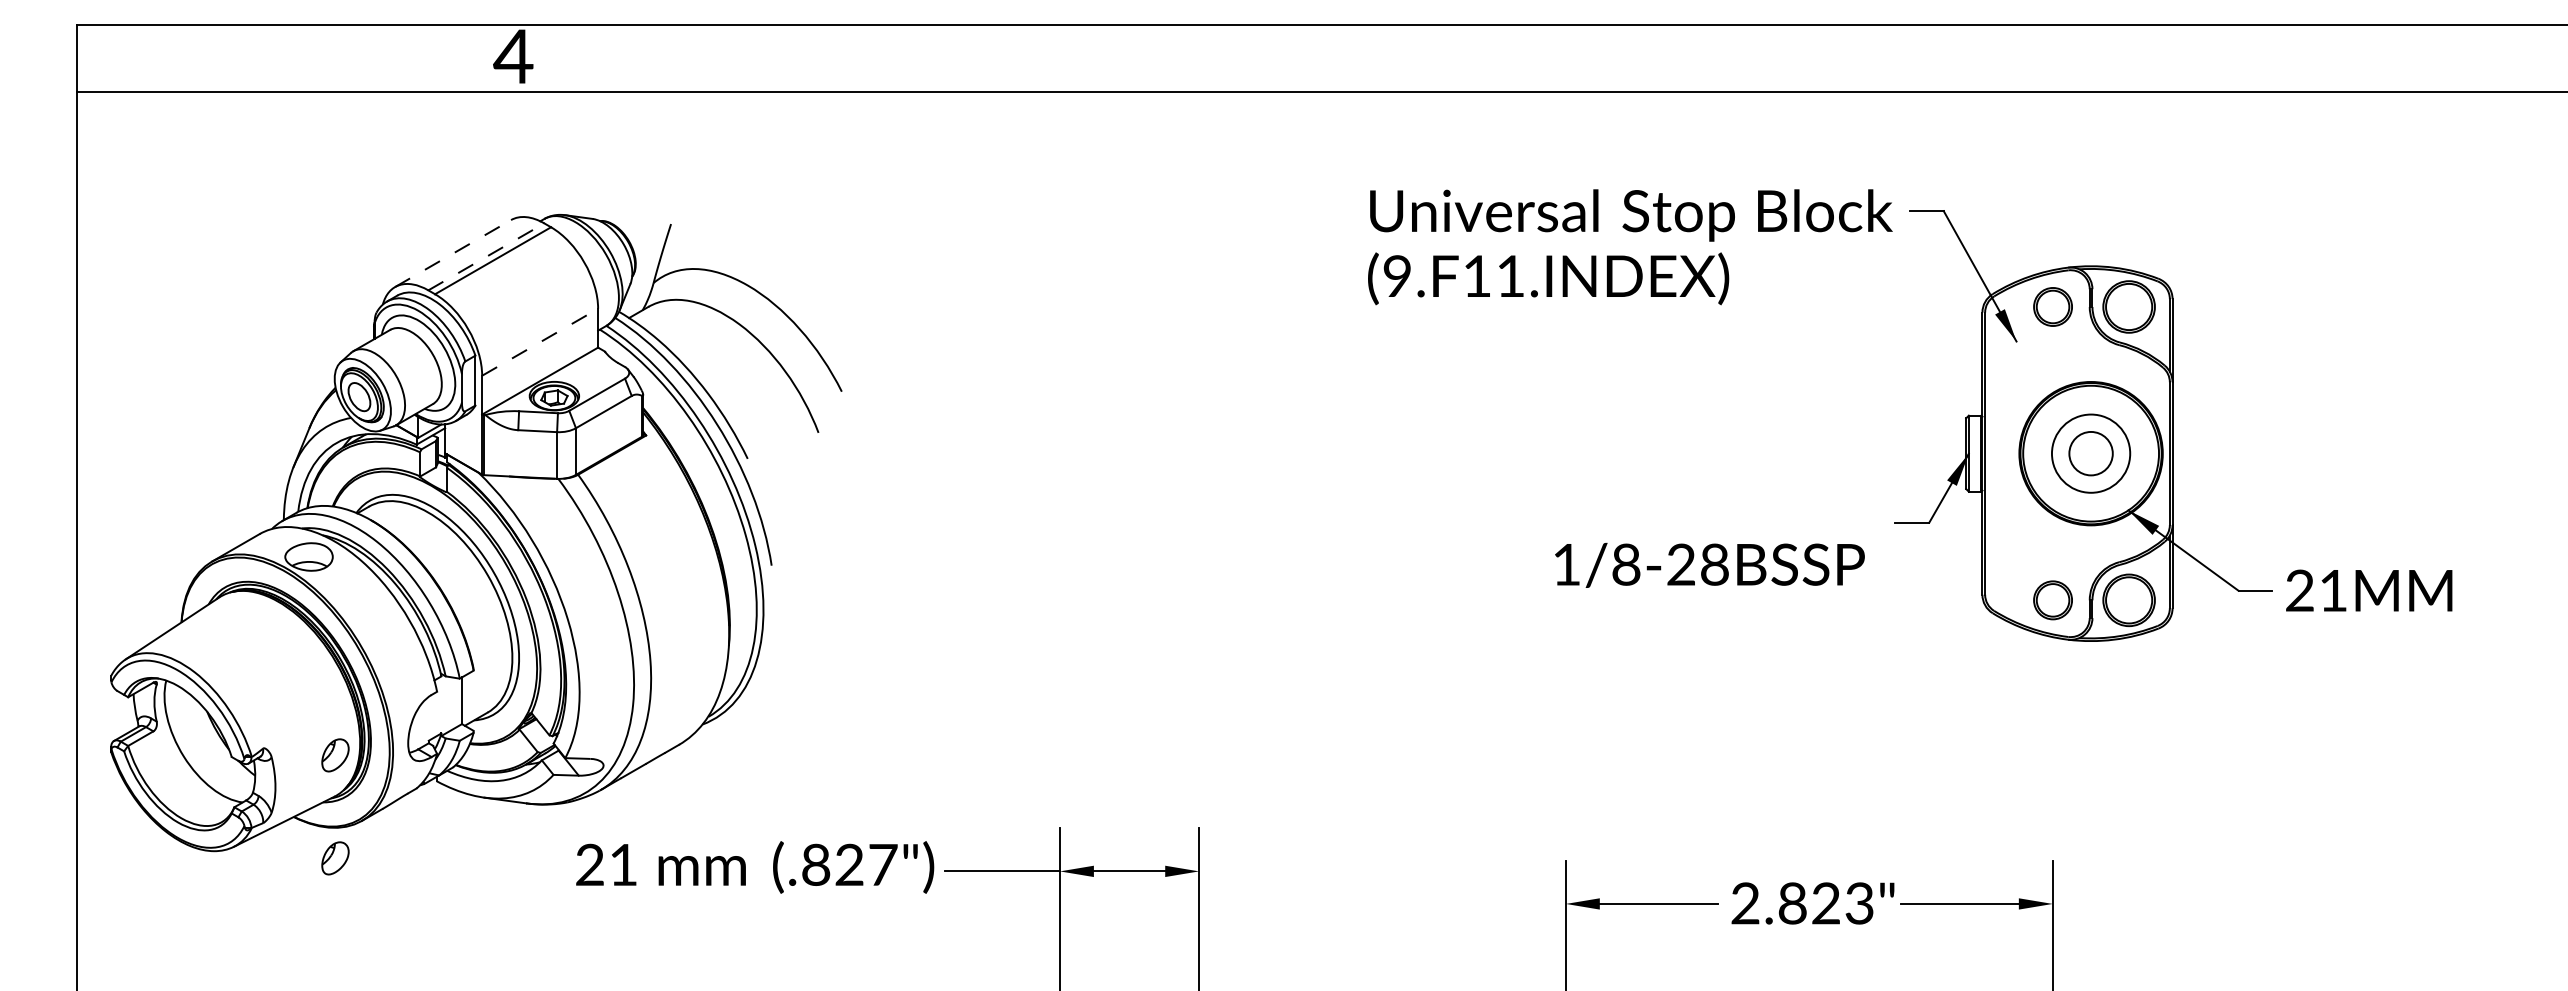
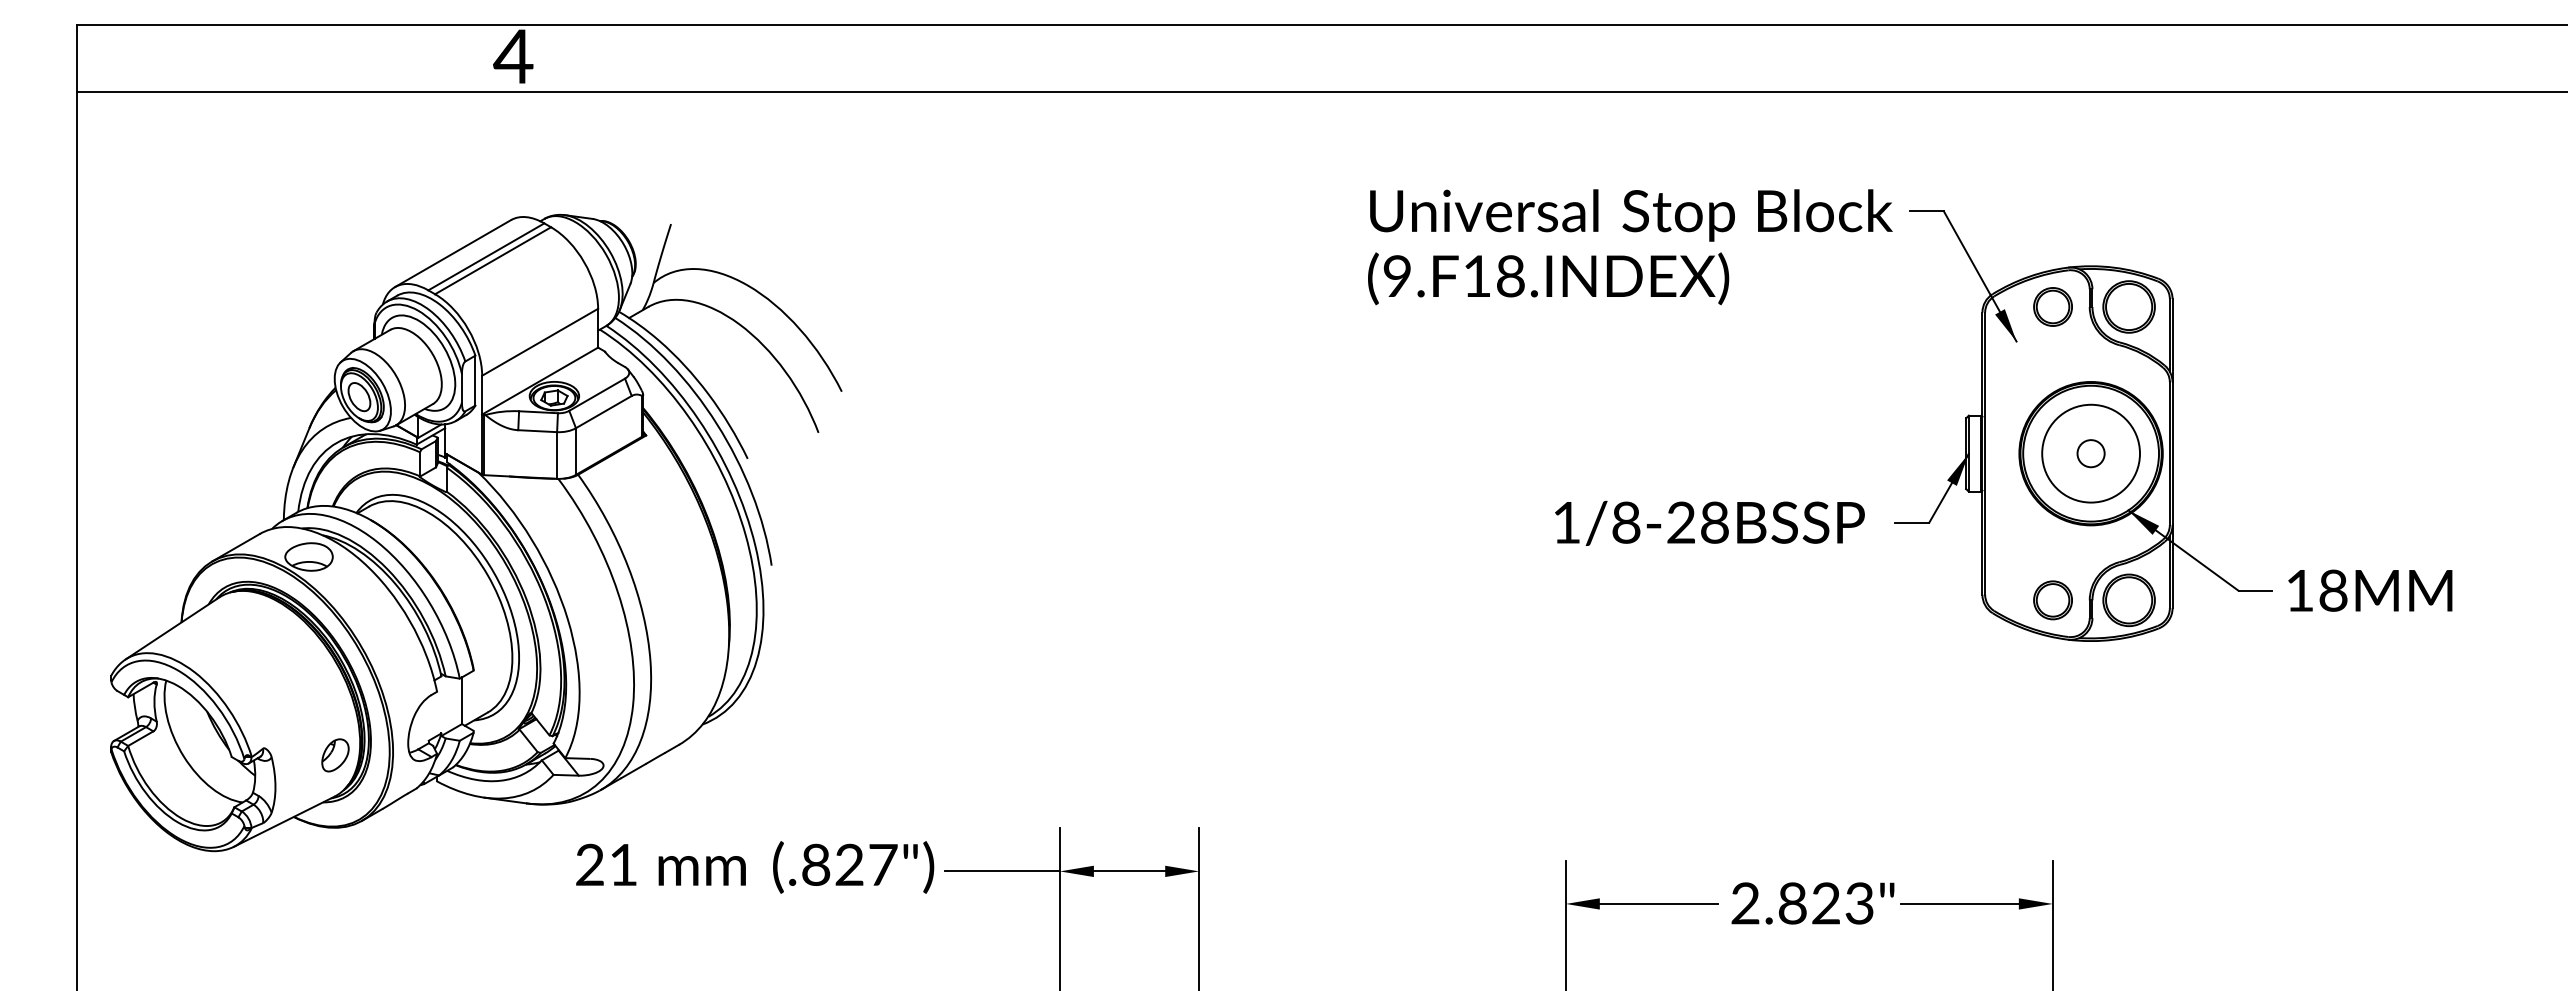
line at (453, 253): dashed -> solid
line at (486, 256): dashed -> solid
text at (1510, 276): (9.F11.INDEX) -> (9.F18.INDEX)
line at (540, 342): dashed -> solid
circle at (2090, 453) diameter: 43 px -> 27 px
circle at (2090, 453) diameter: 78 px -> 98 px
text at (1709, 564) position: (1709, 564) -> (1709, 522)
text at (2316, 590): 21MM -> 18MM
part at (335, 858): present -> none
